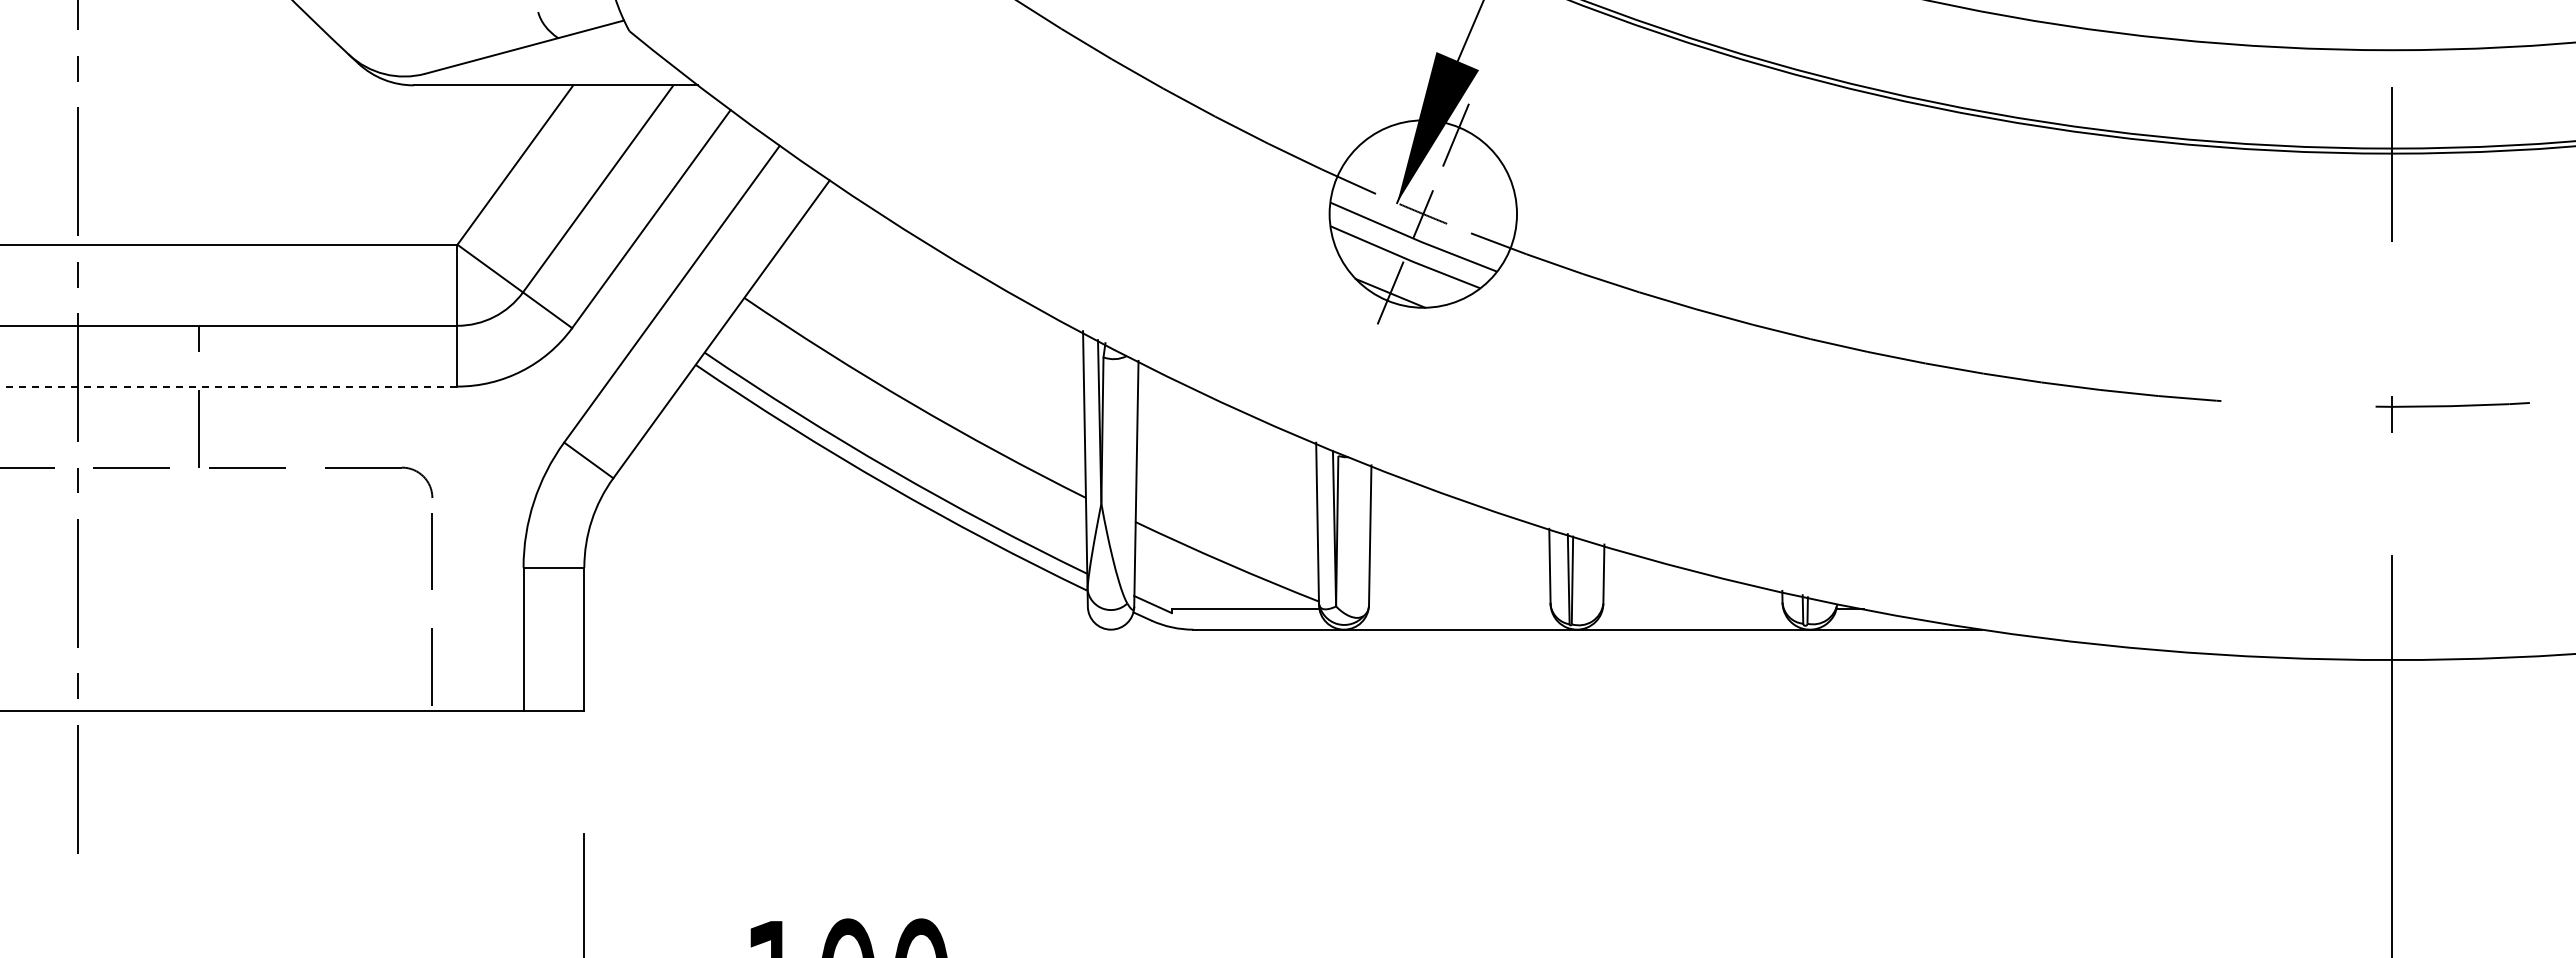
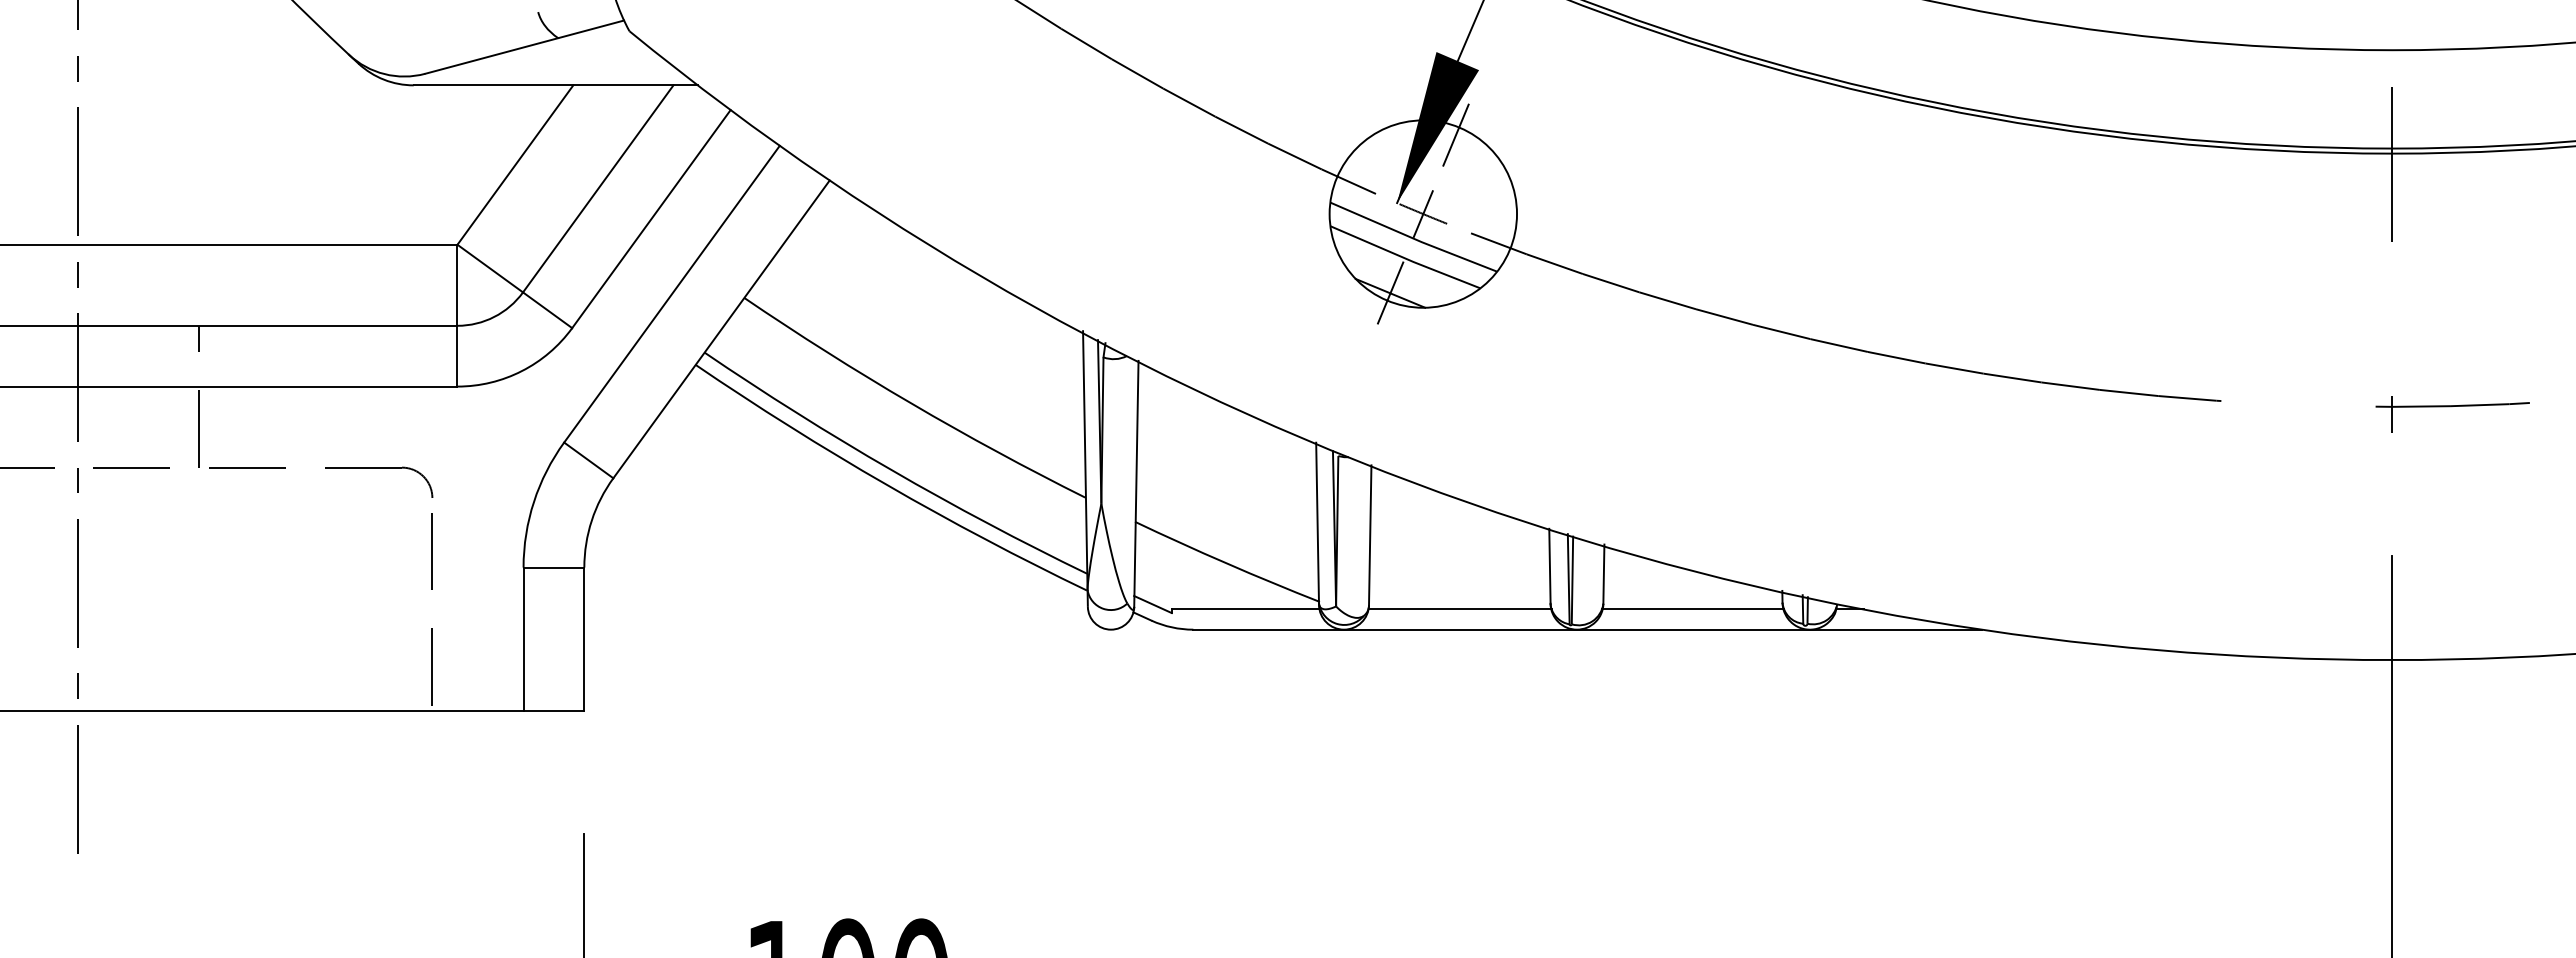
line at (228, 386): dashed -> solid
line at (1459, 609): none -> present
line at (1692, 609): none -> present
